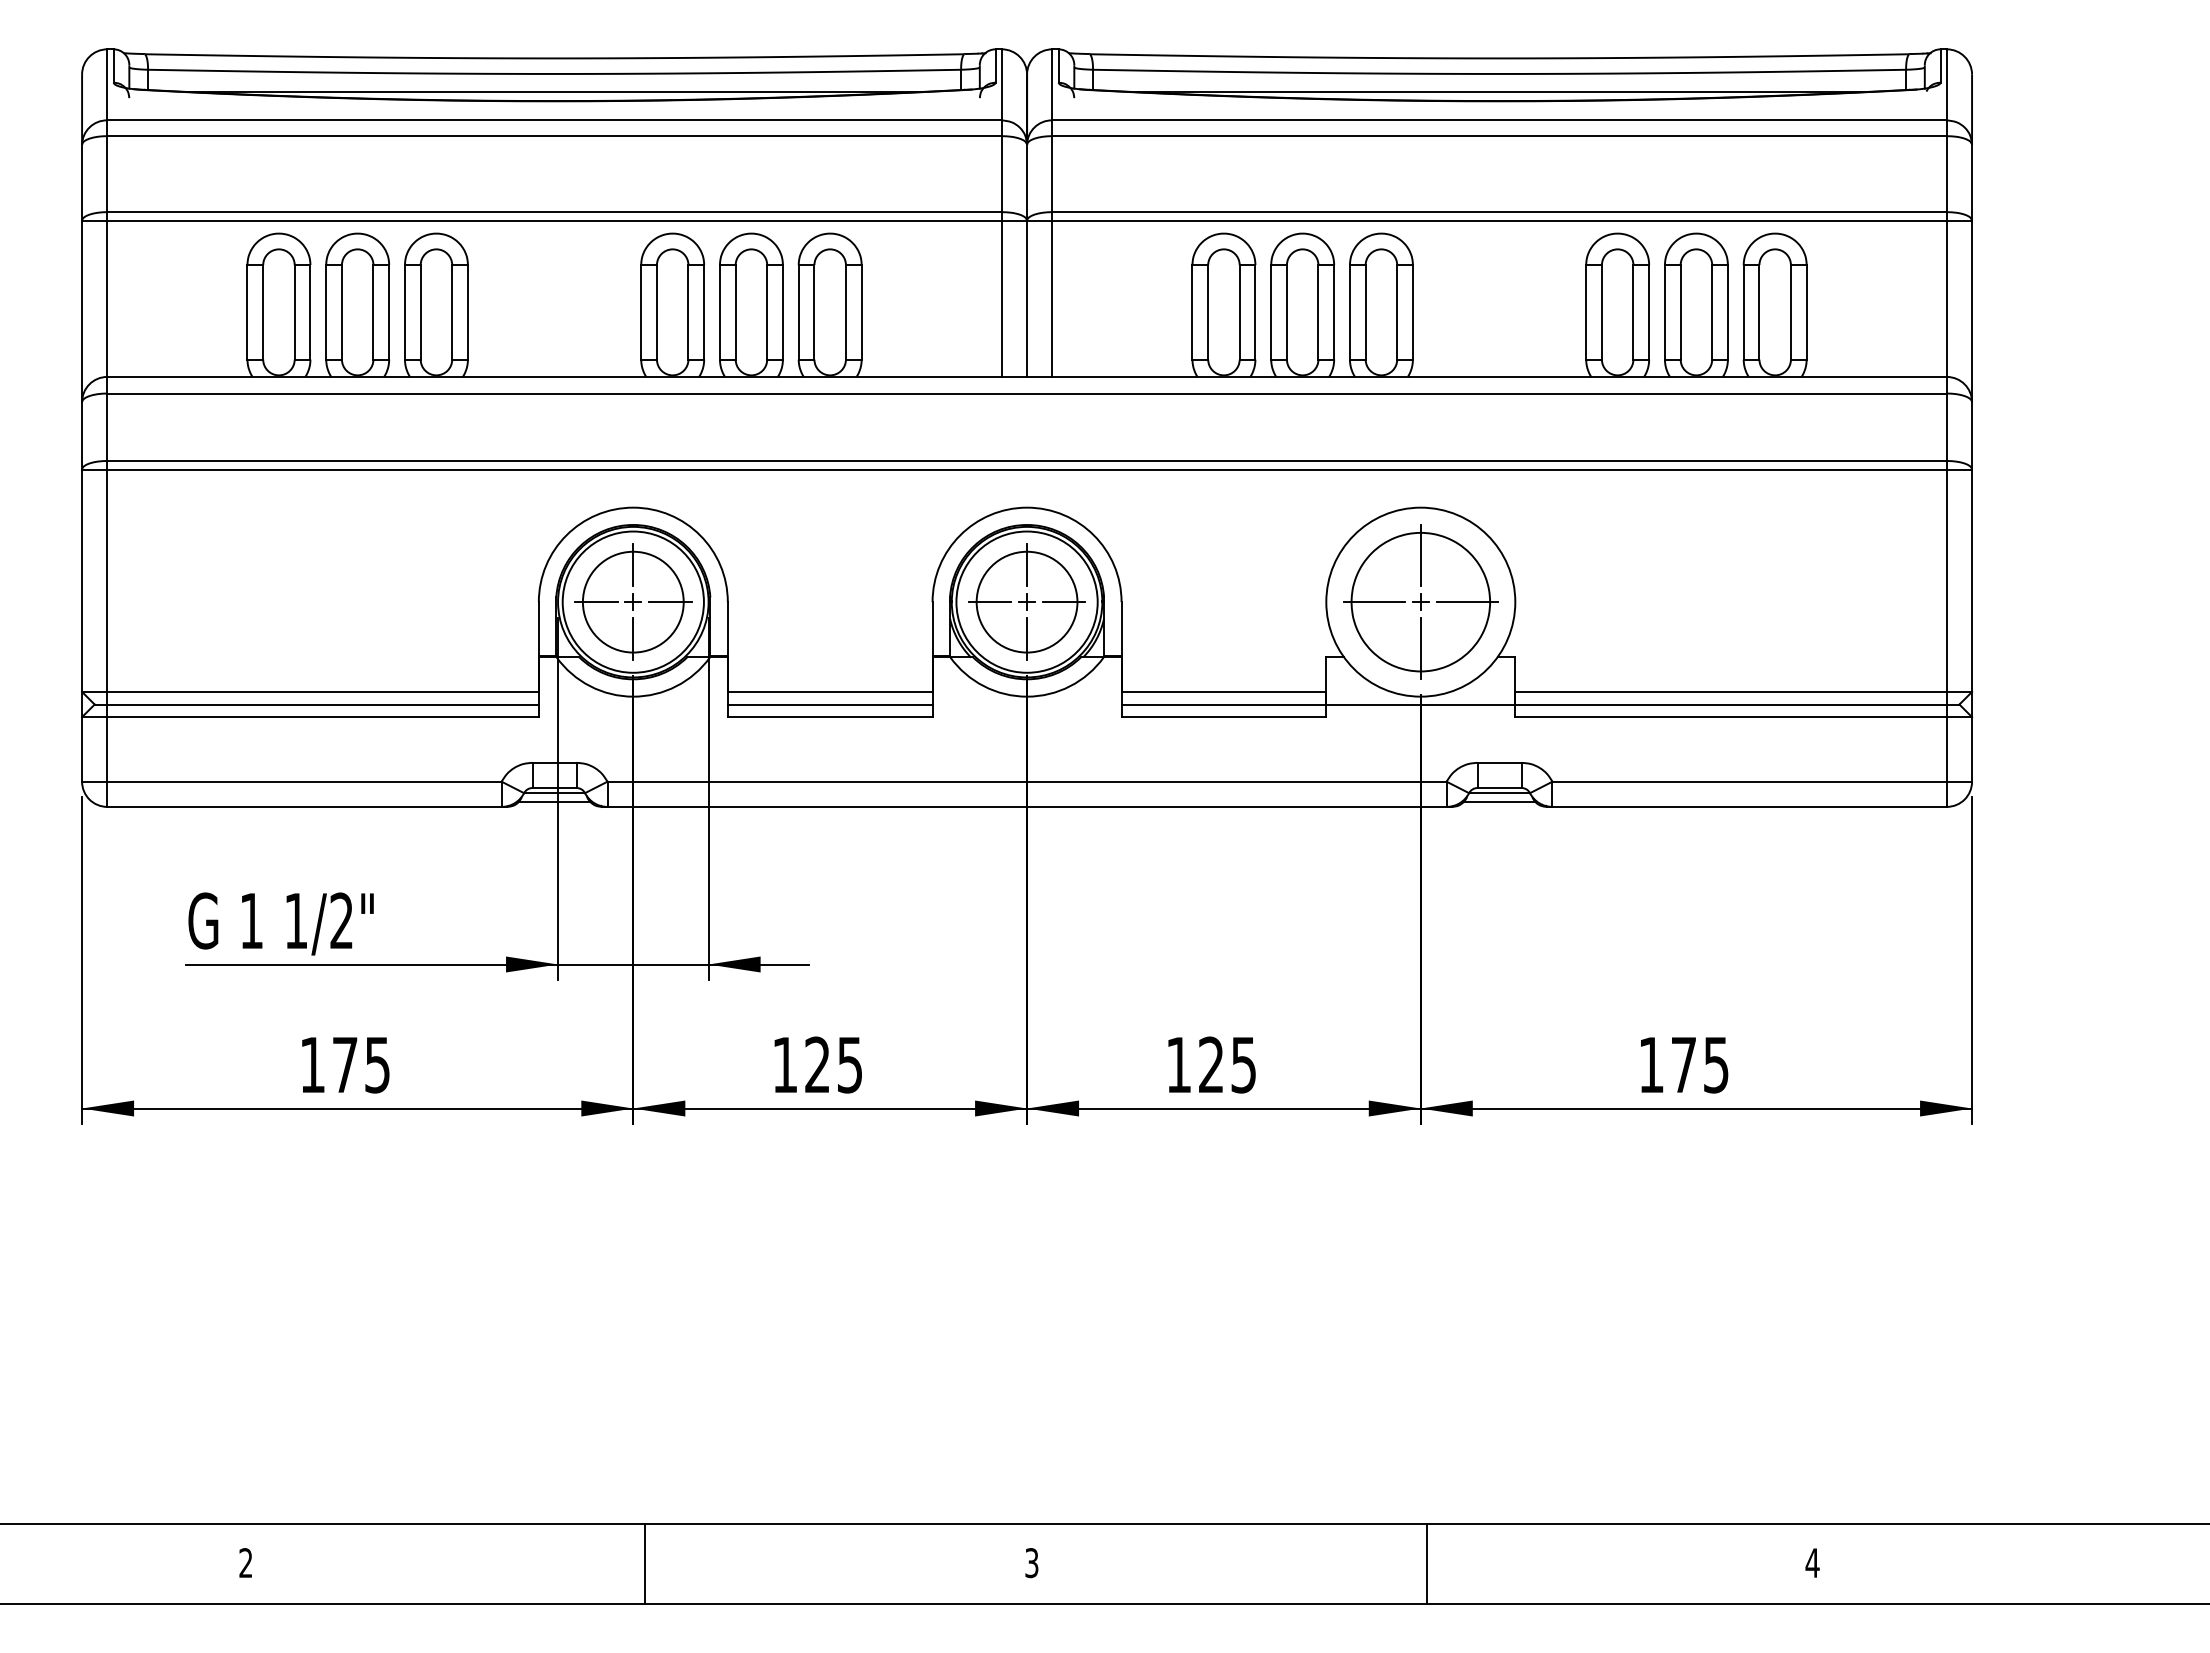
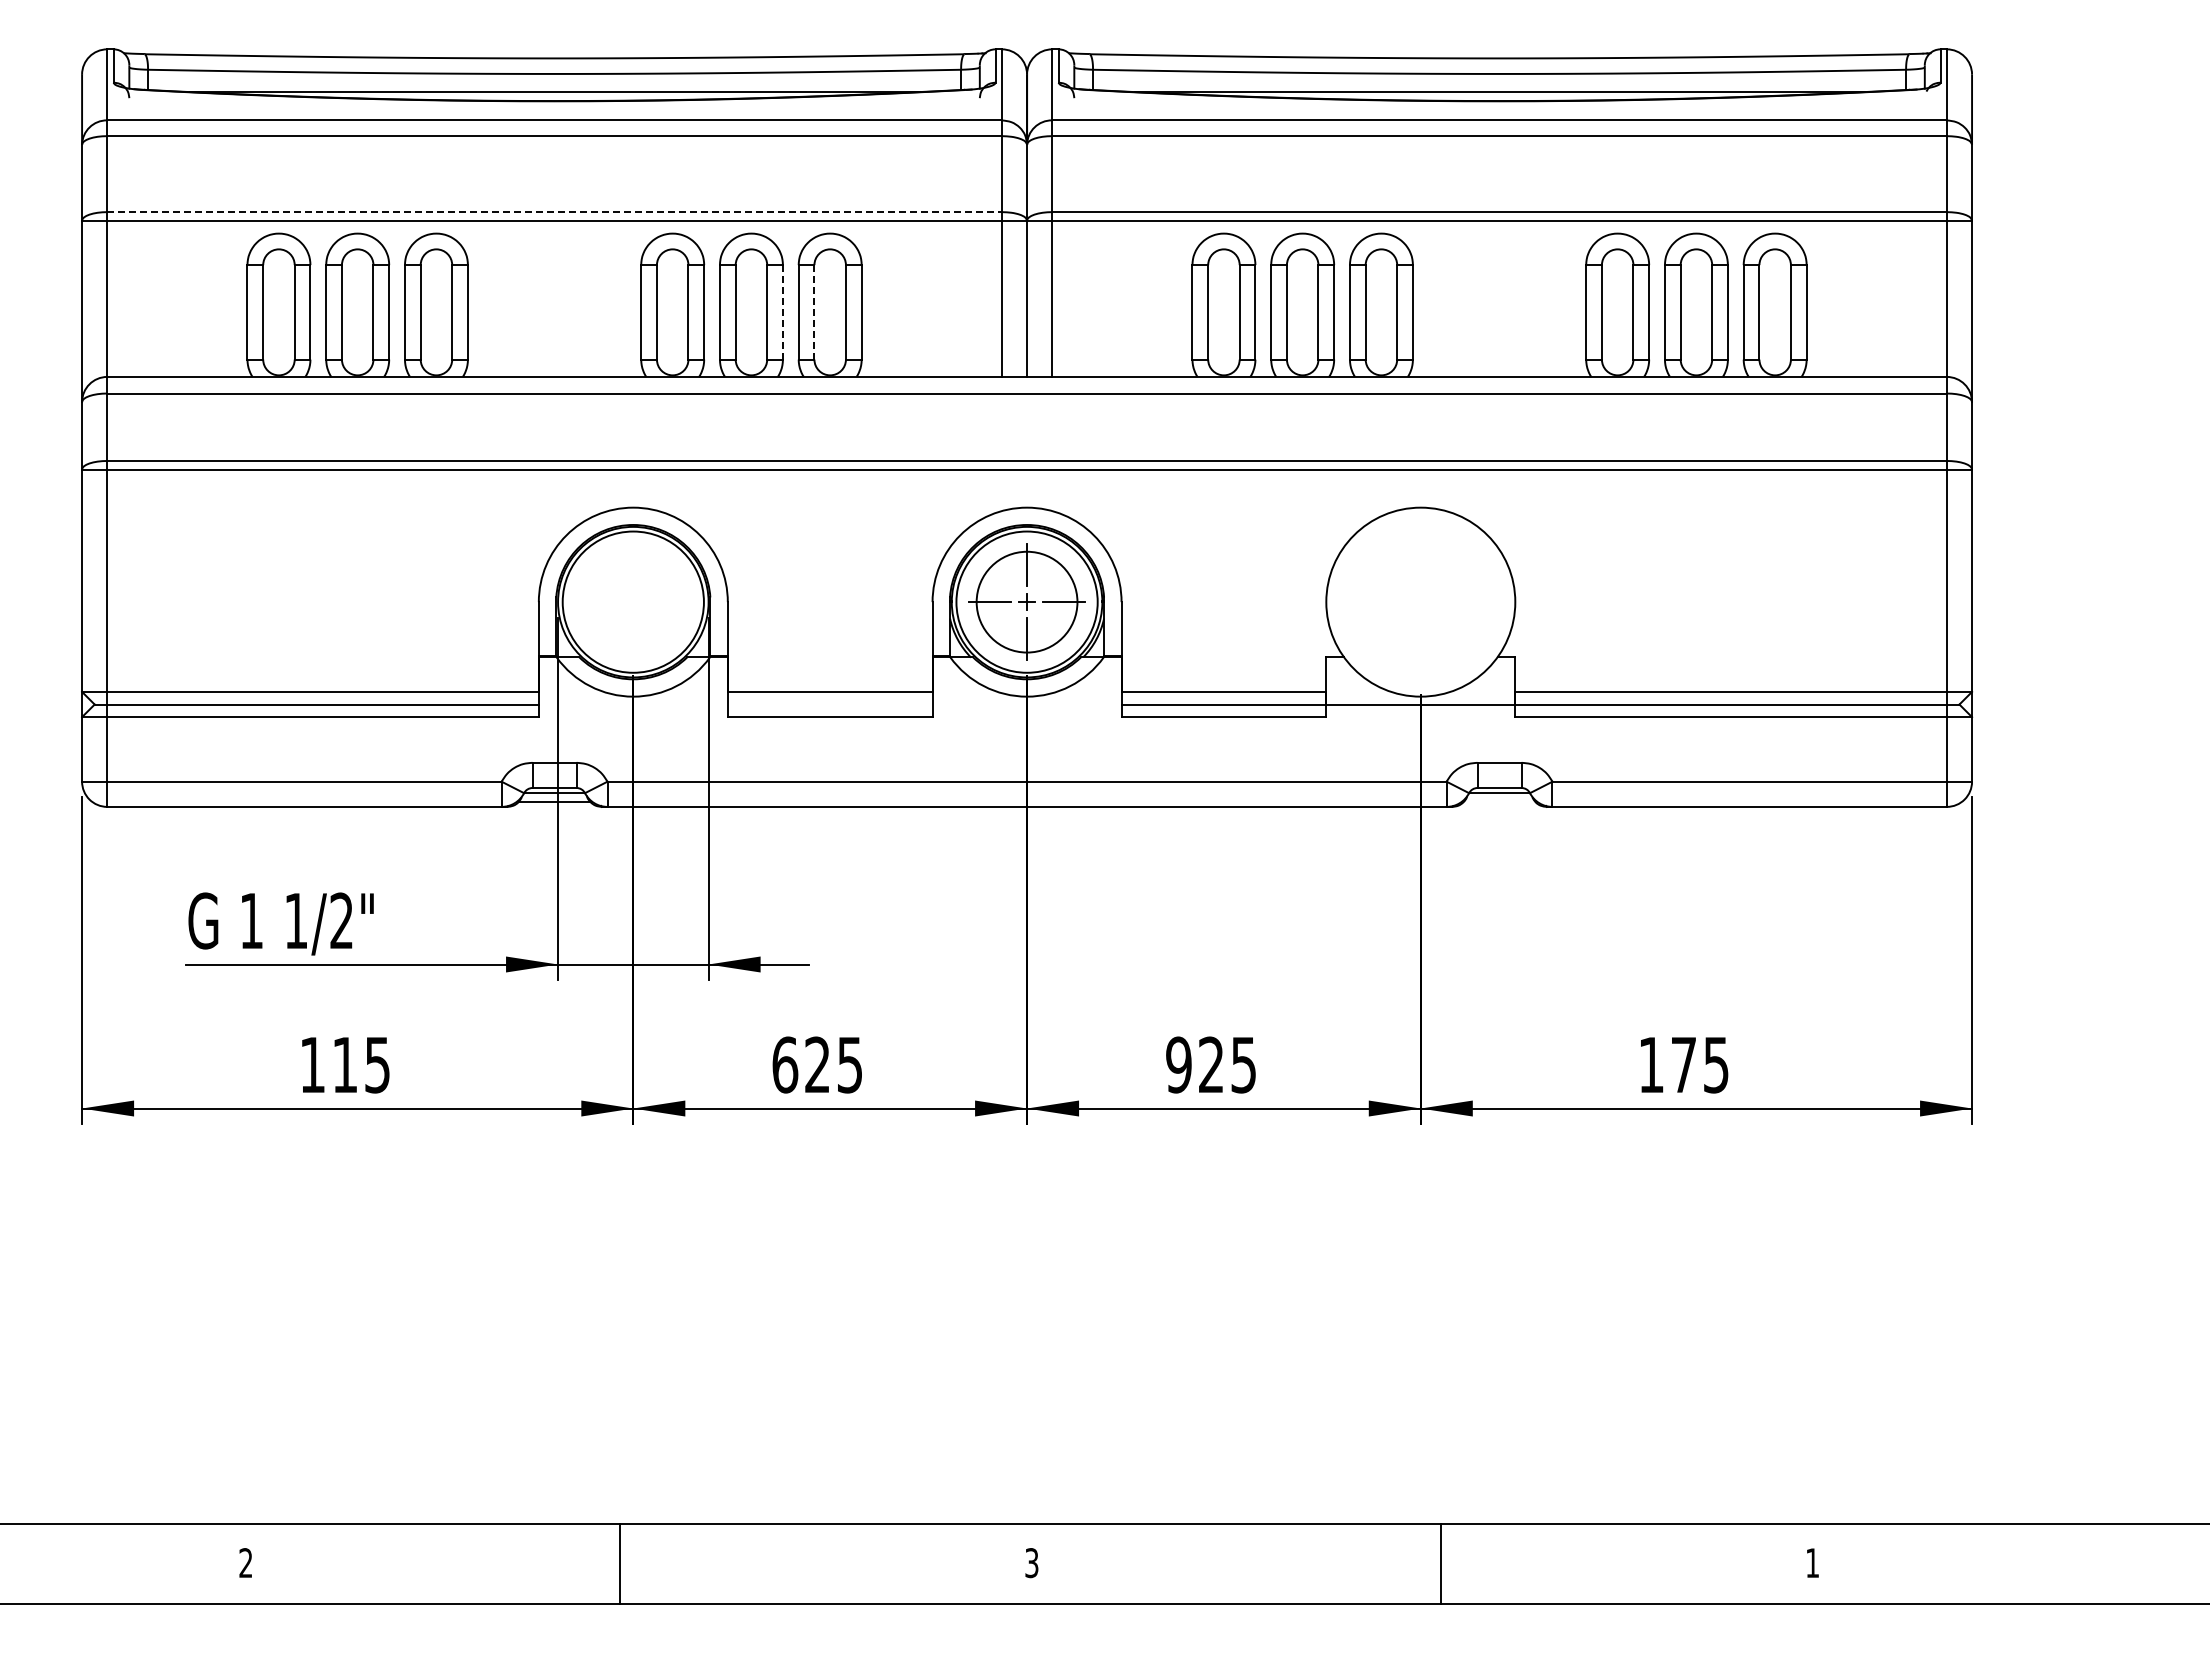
line at (555, 212): solid -> dashed
line at (814, 311): solid -> dashed
line at (782, 312): solid -> dashed
part at (633, 601): present -> none
part at (1420, 601): present -> none
line at (829, 704): present -> none
line at (1499, 802): present -> none
text at (345, 1064): 175 -> 115
text at (785, 1064): 125 -> 625
text at (1178, 1064): 125 -> 925
text at (1812, 1562): 4 -> 1
line at (645, 1563) position: (645, 1563) -> (620, 1563)
line at (1426, 1563) position: (1426, 1563) -> (1440, 1563)
